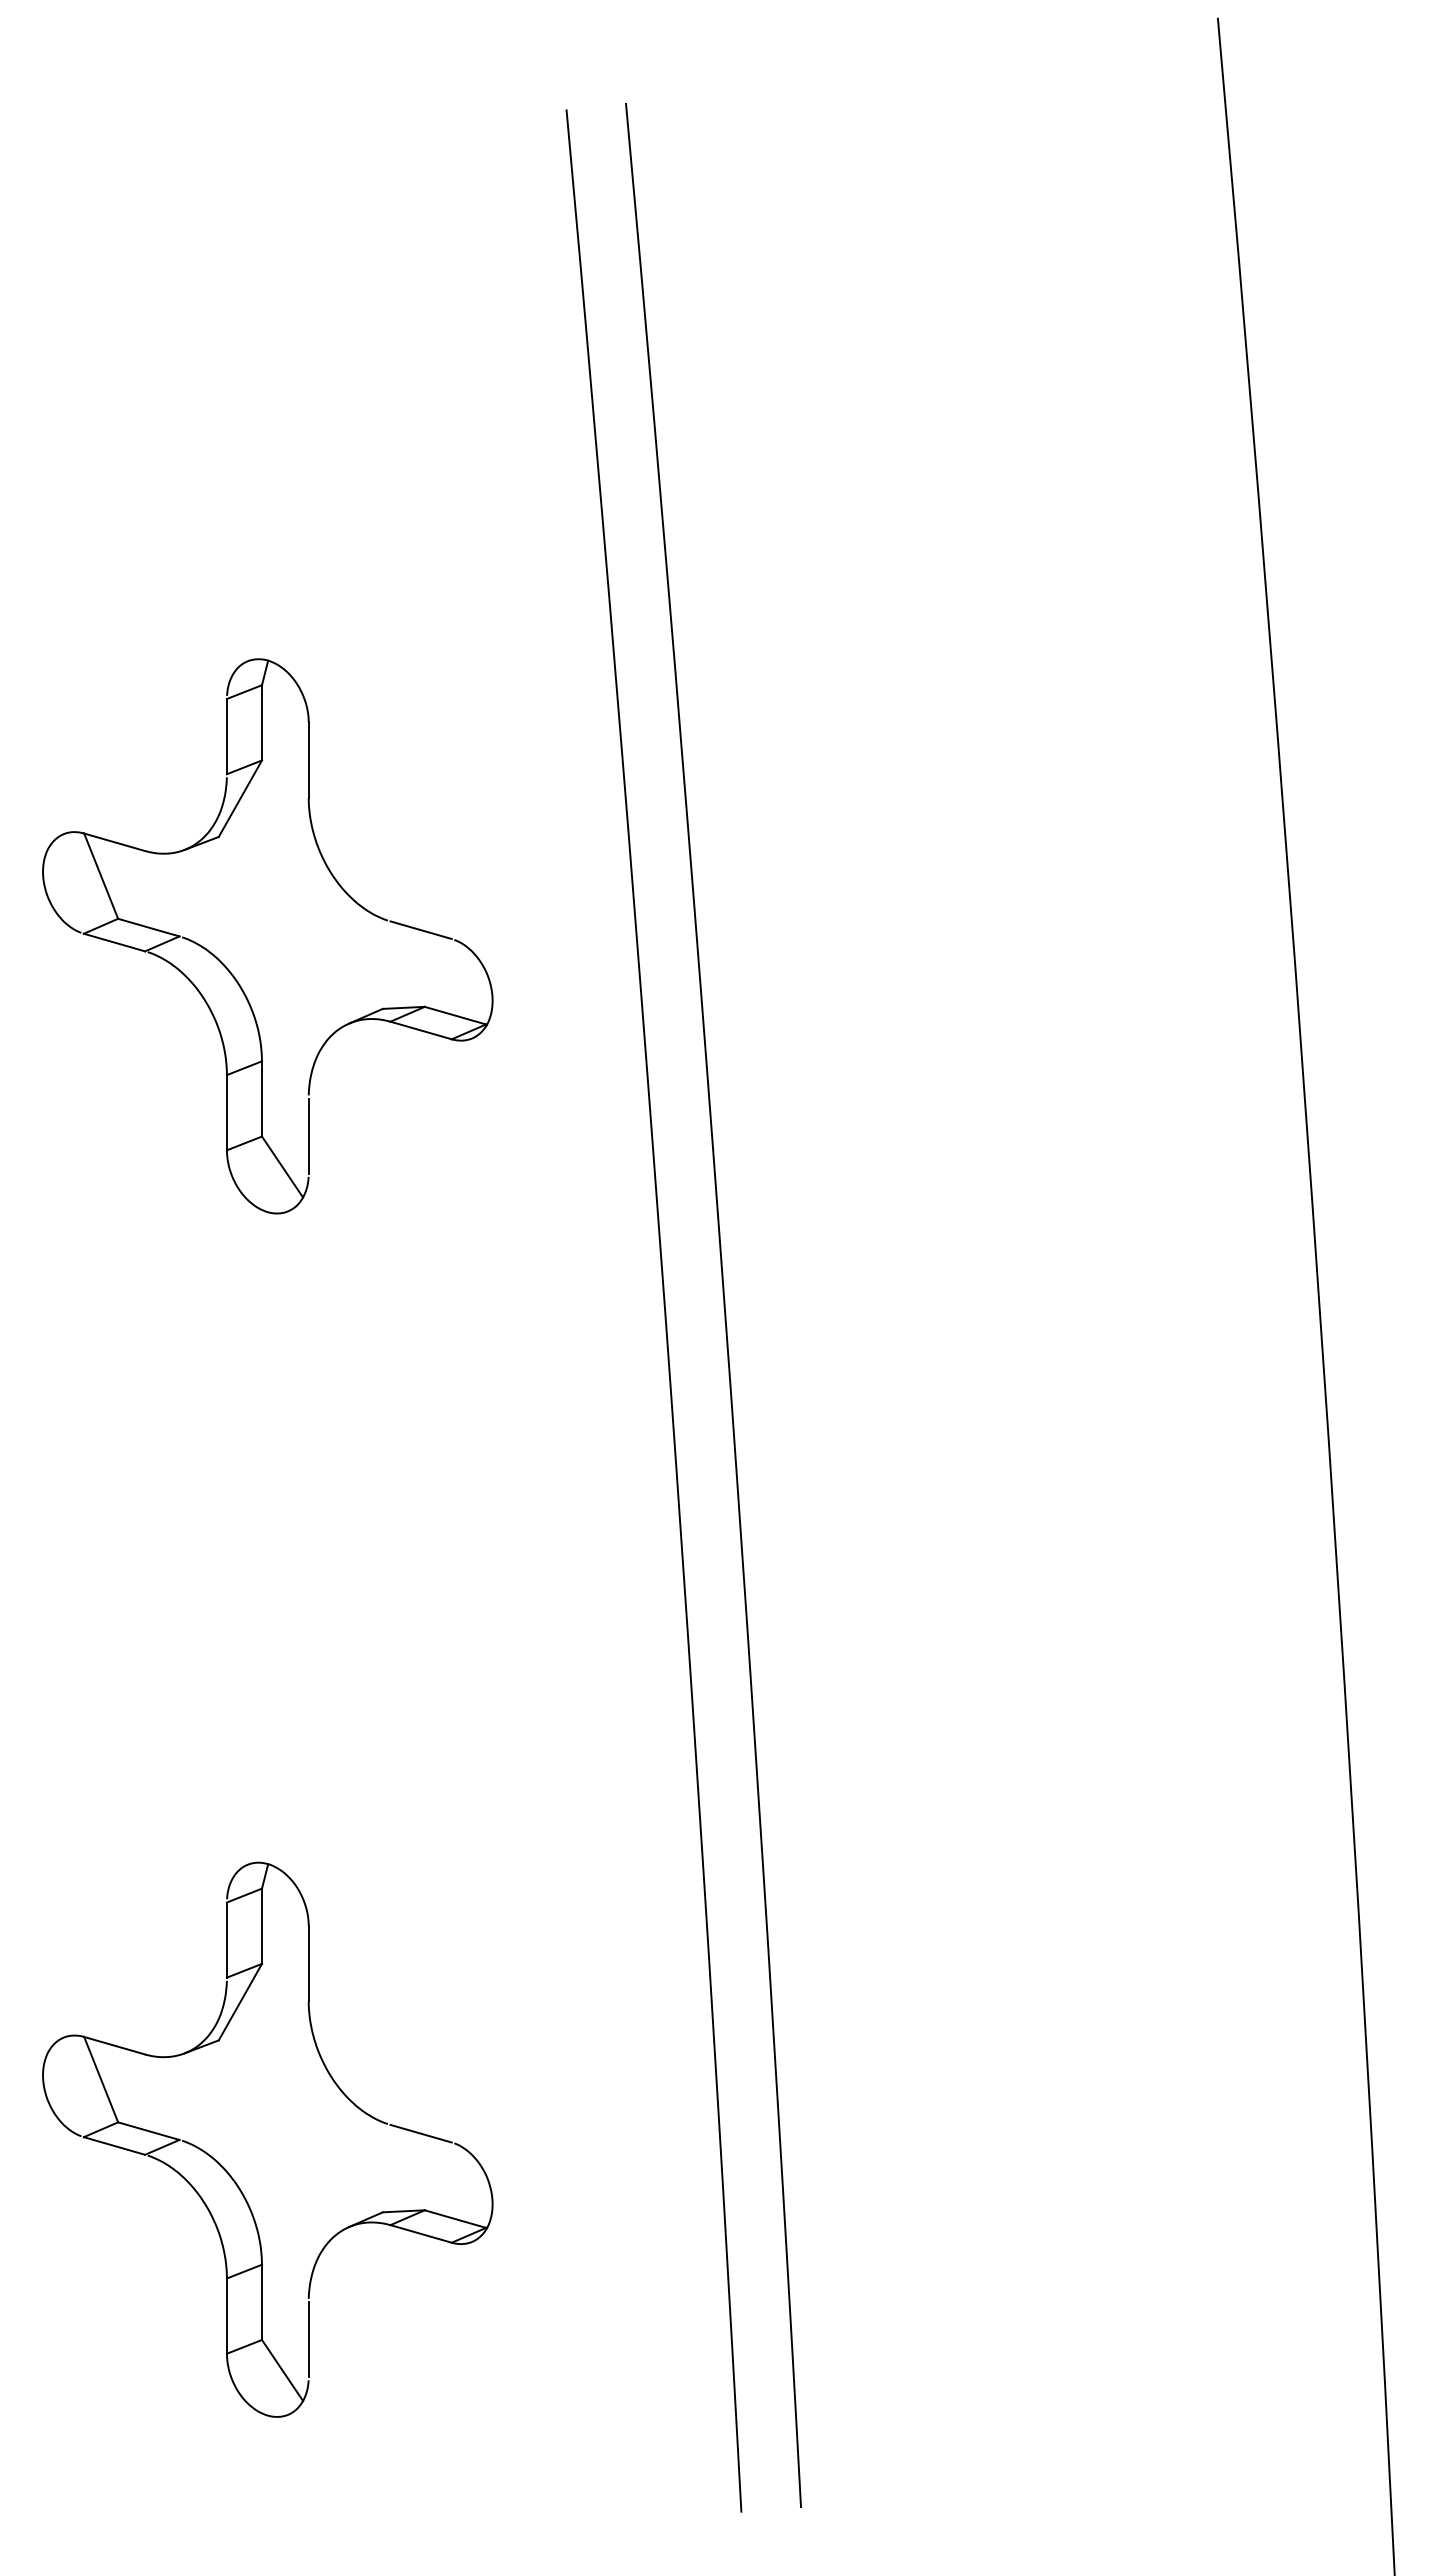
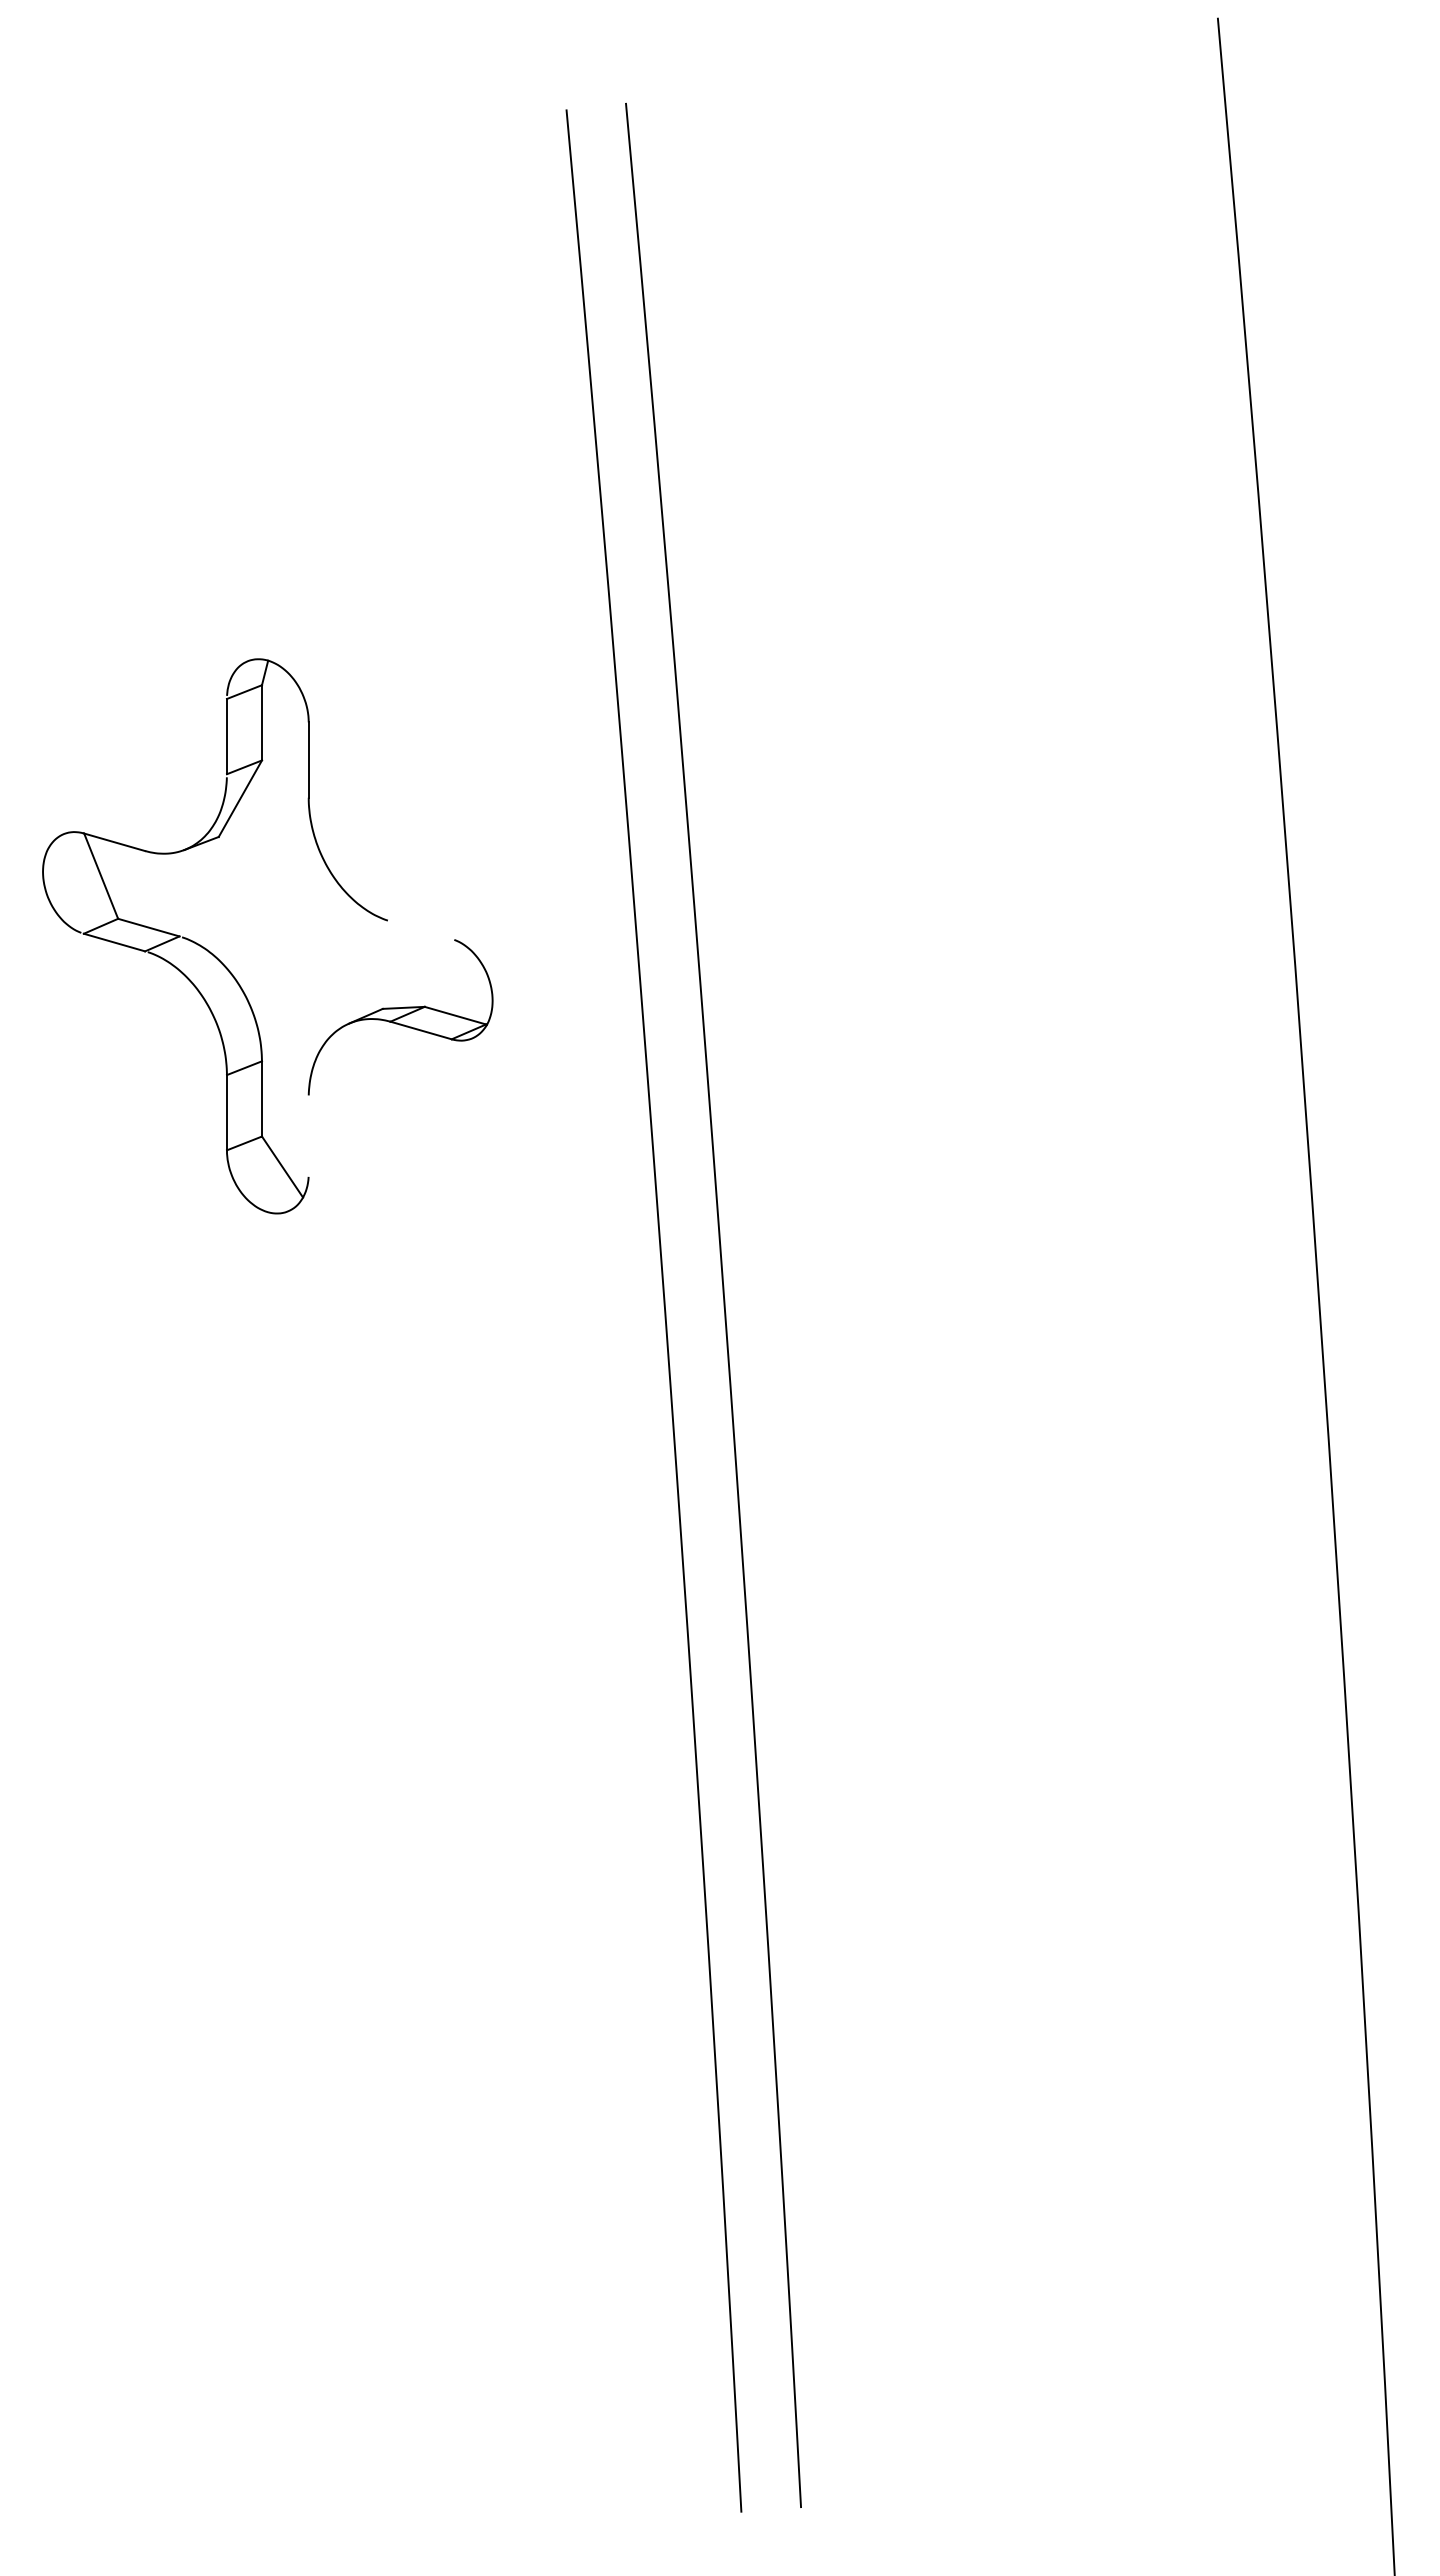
line at (420, 930): present -> none
line at (308, 1135): present -> none
part at (226, 2169): present -> none
